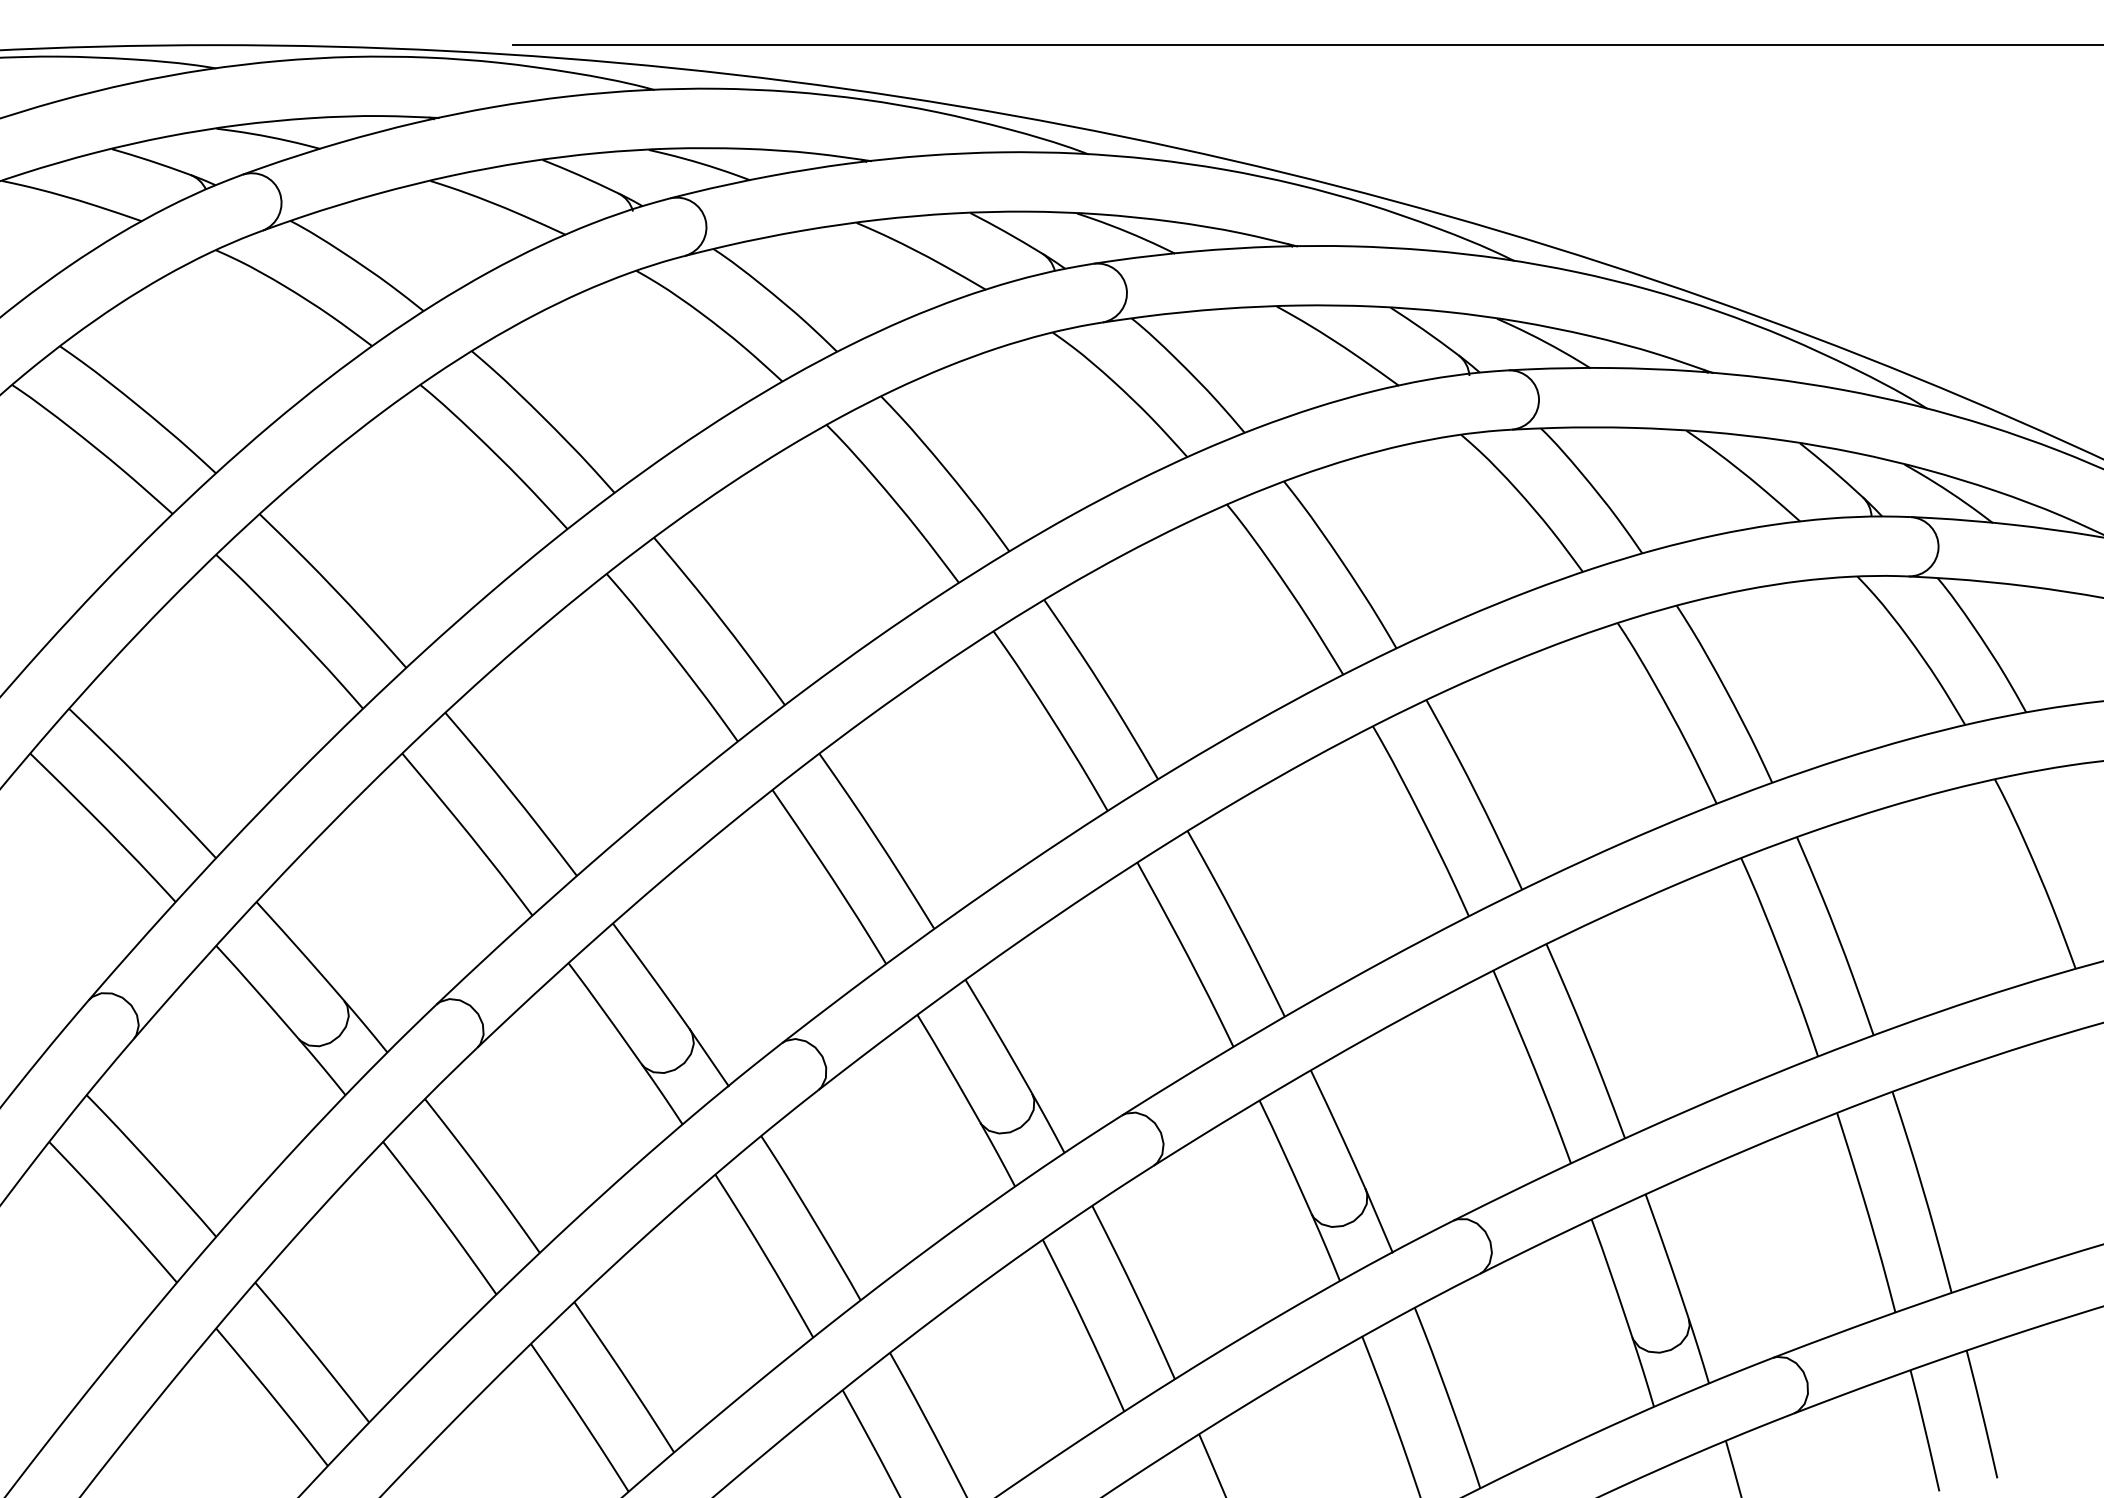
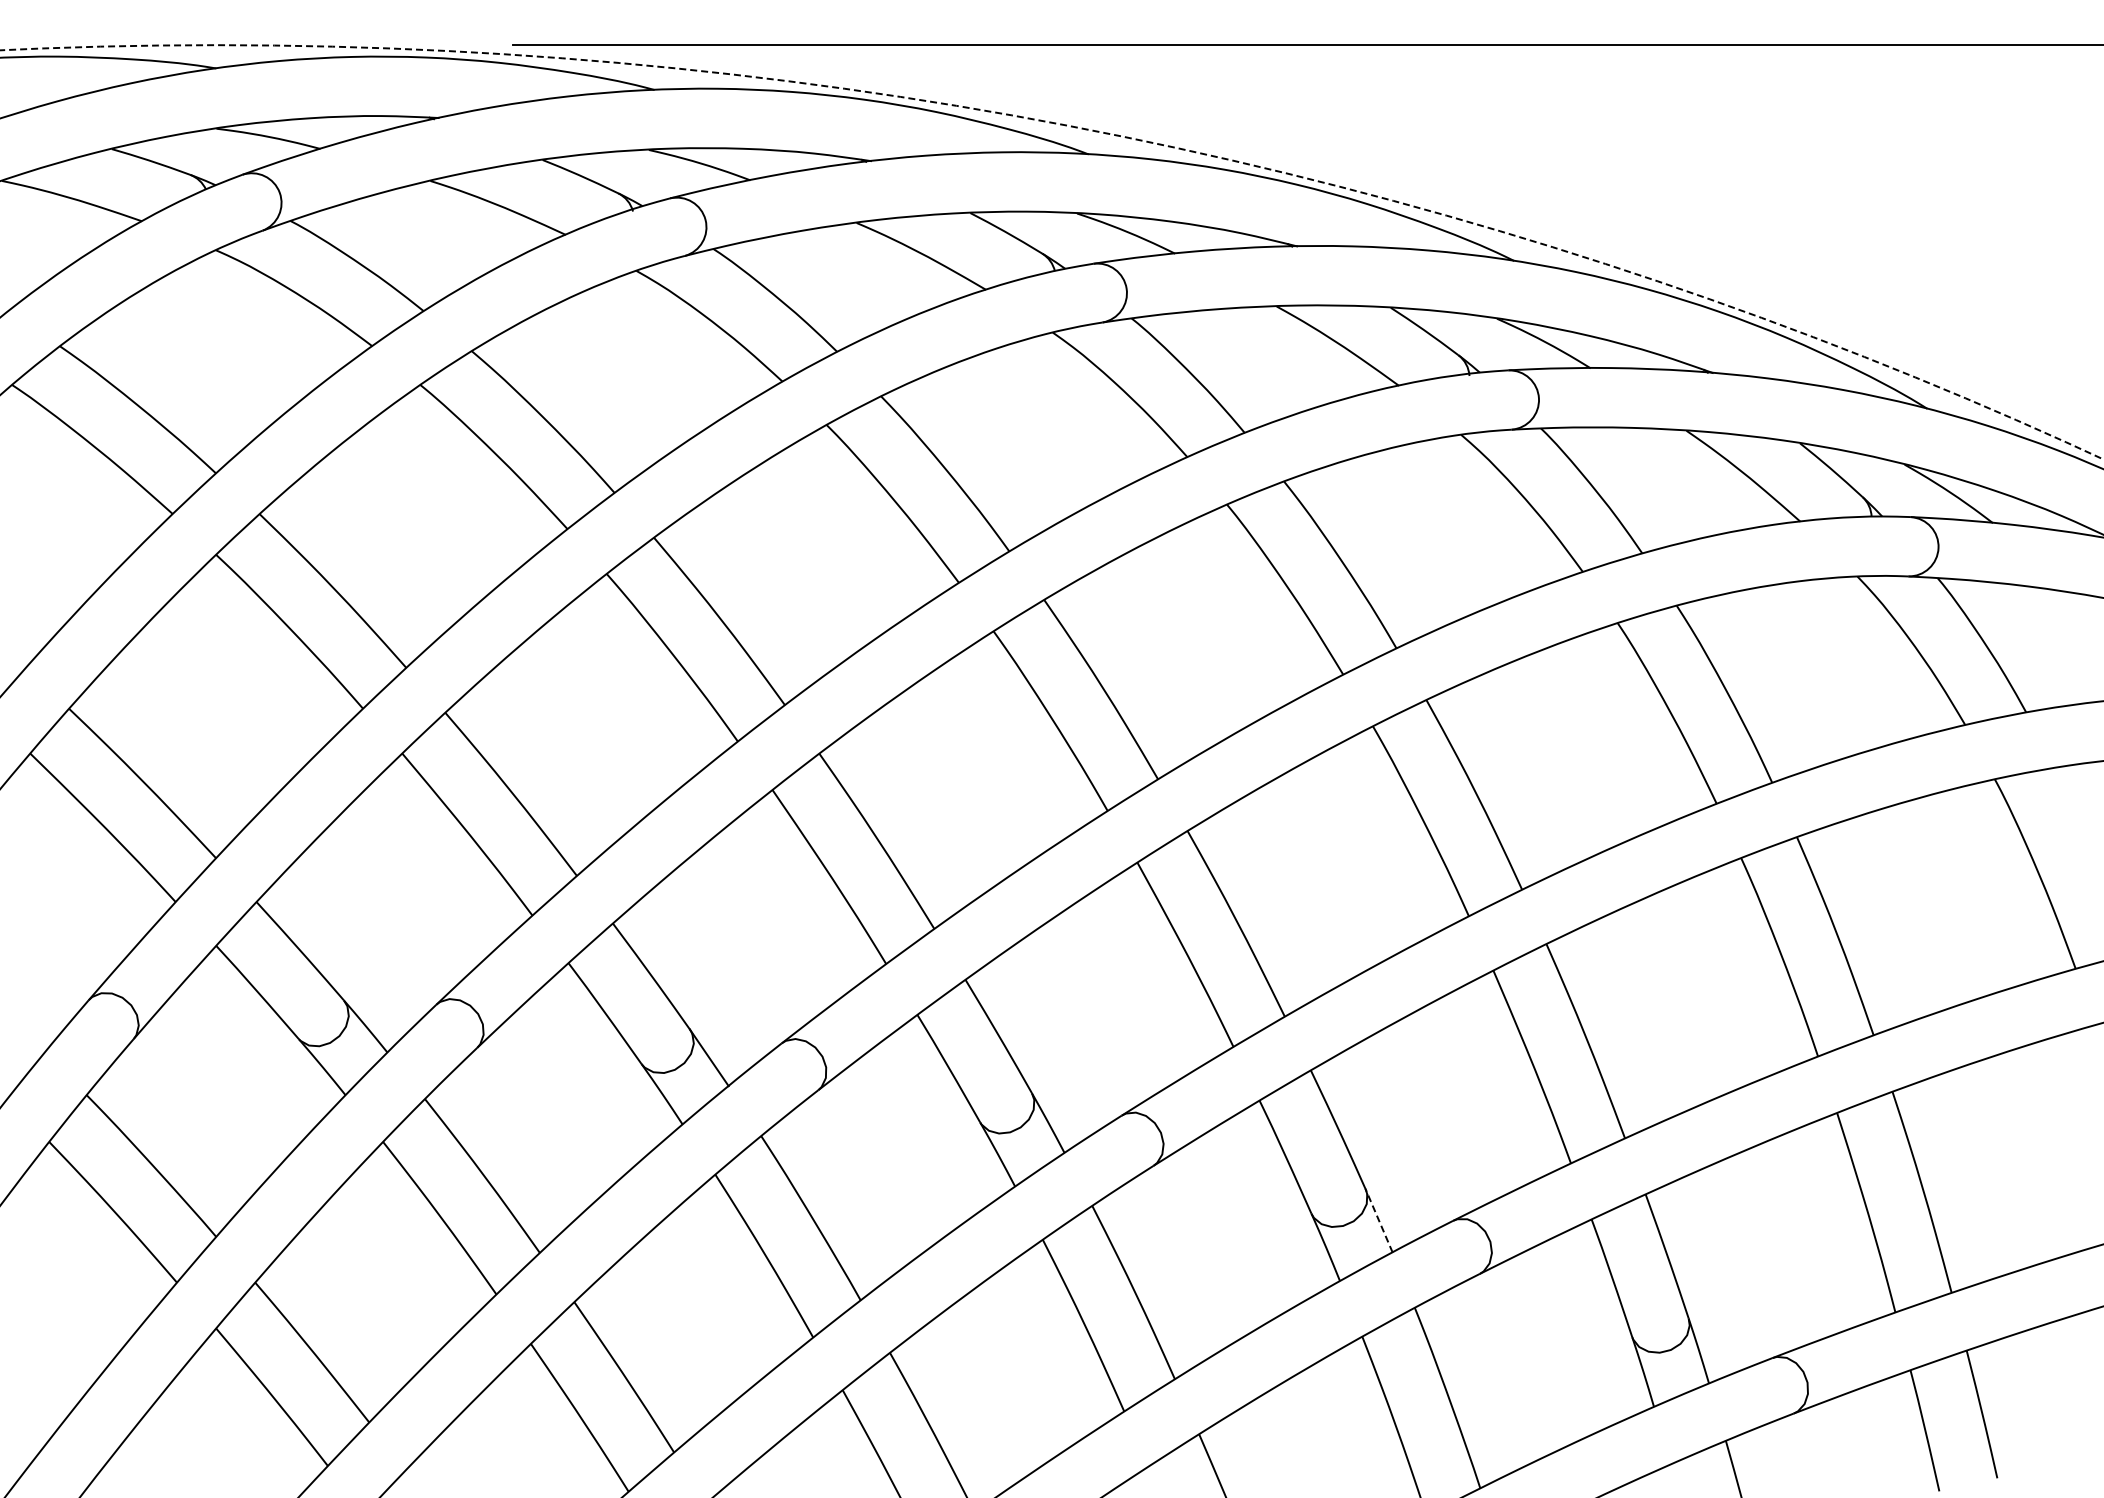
circle at (1051, 252): solid -> dashed
line at (1379, 1220): solid -> dashed
